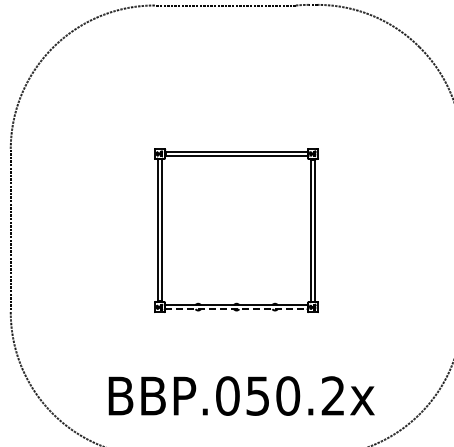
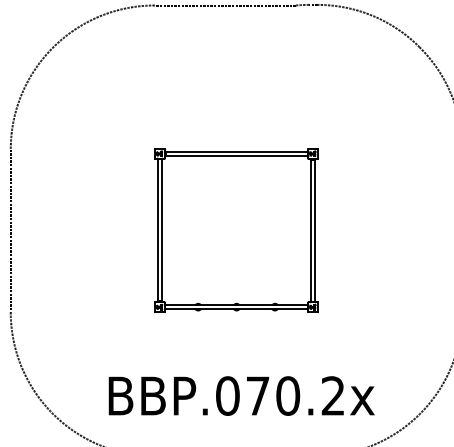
line at (236, 309): dashed -> solid
text at (257, 395): BBP.050.2x -> BBP.070.2x
